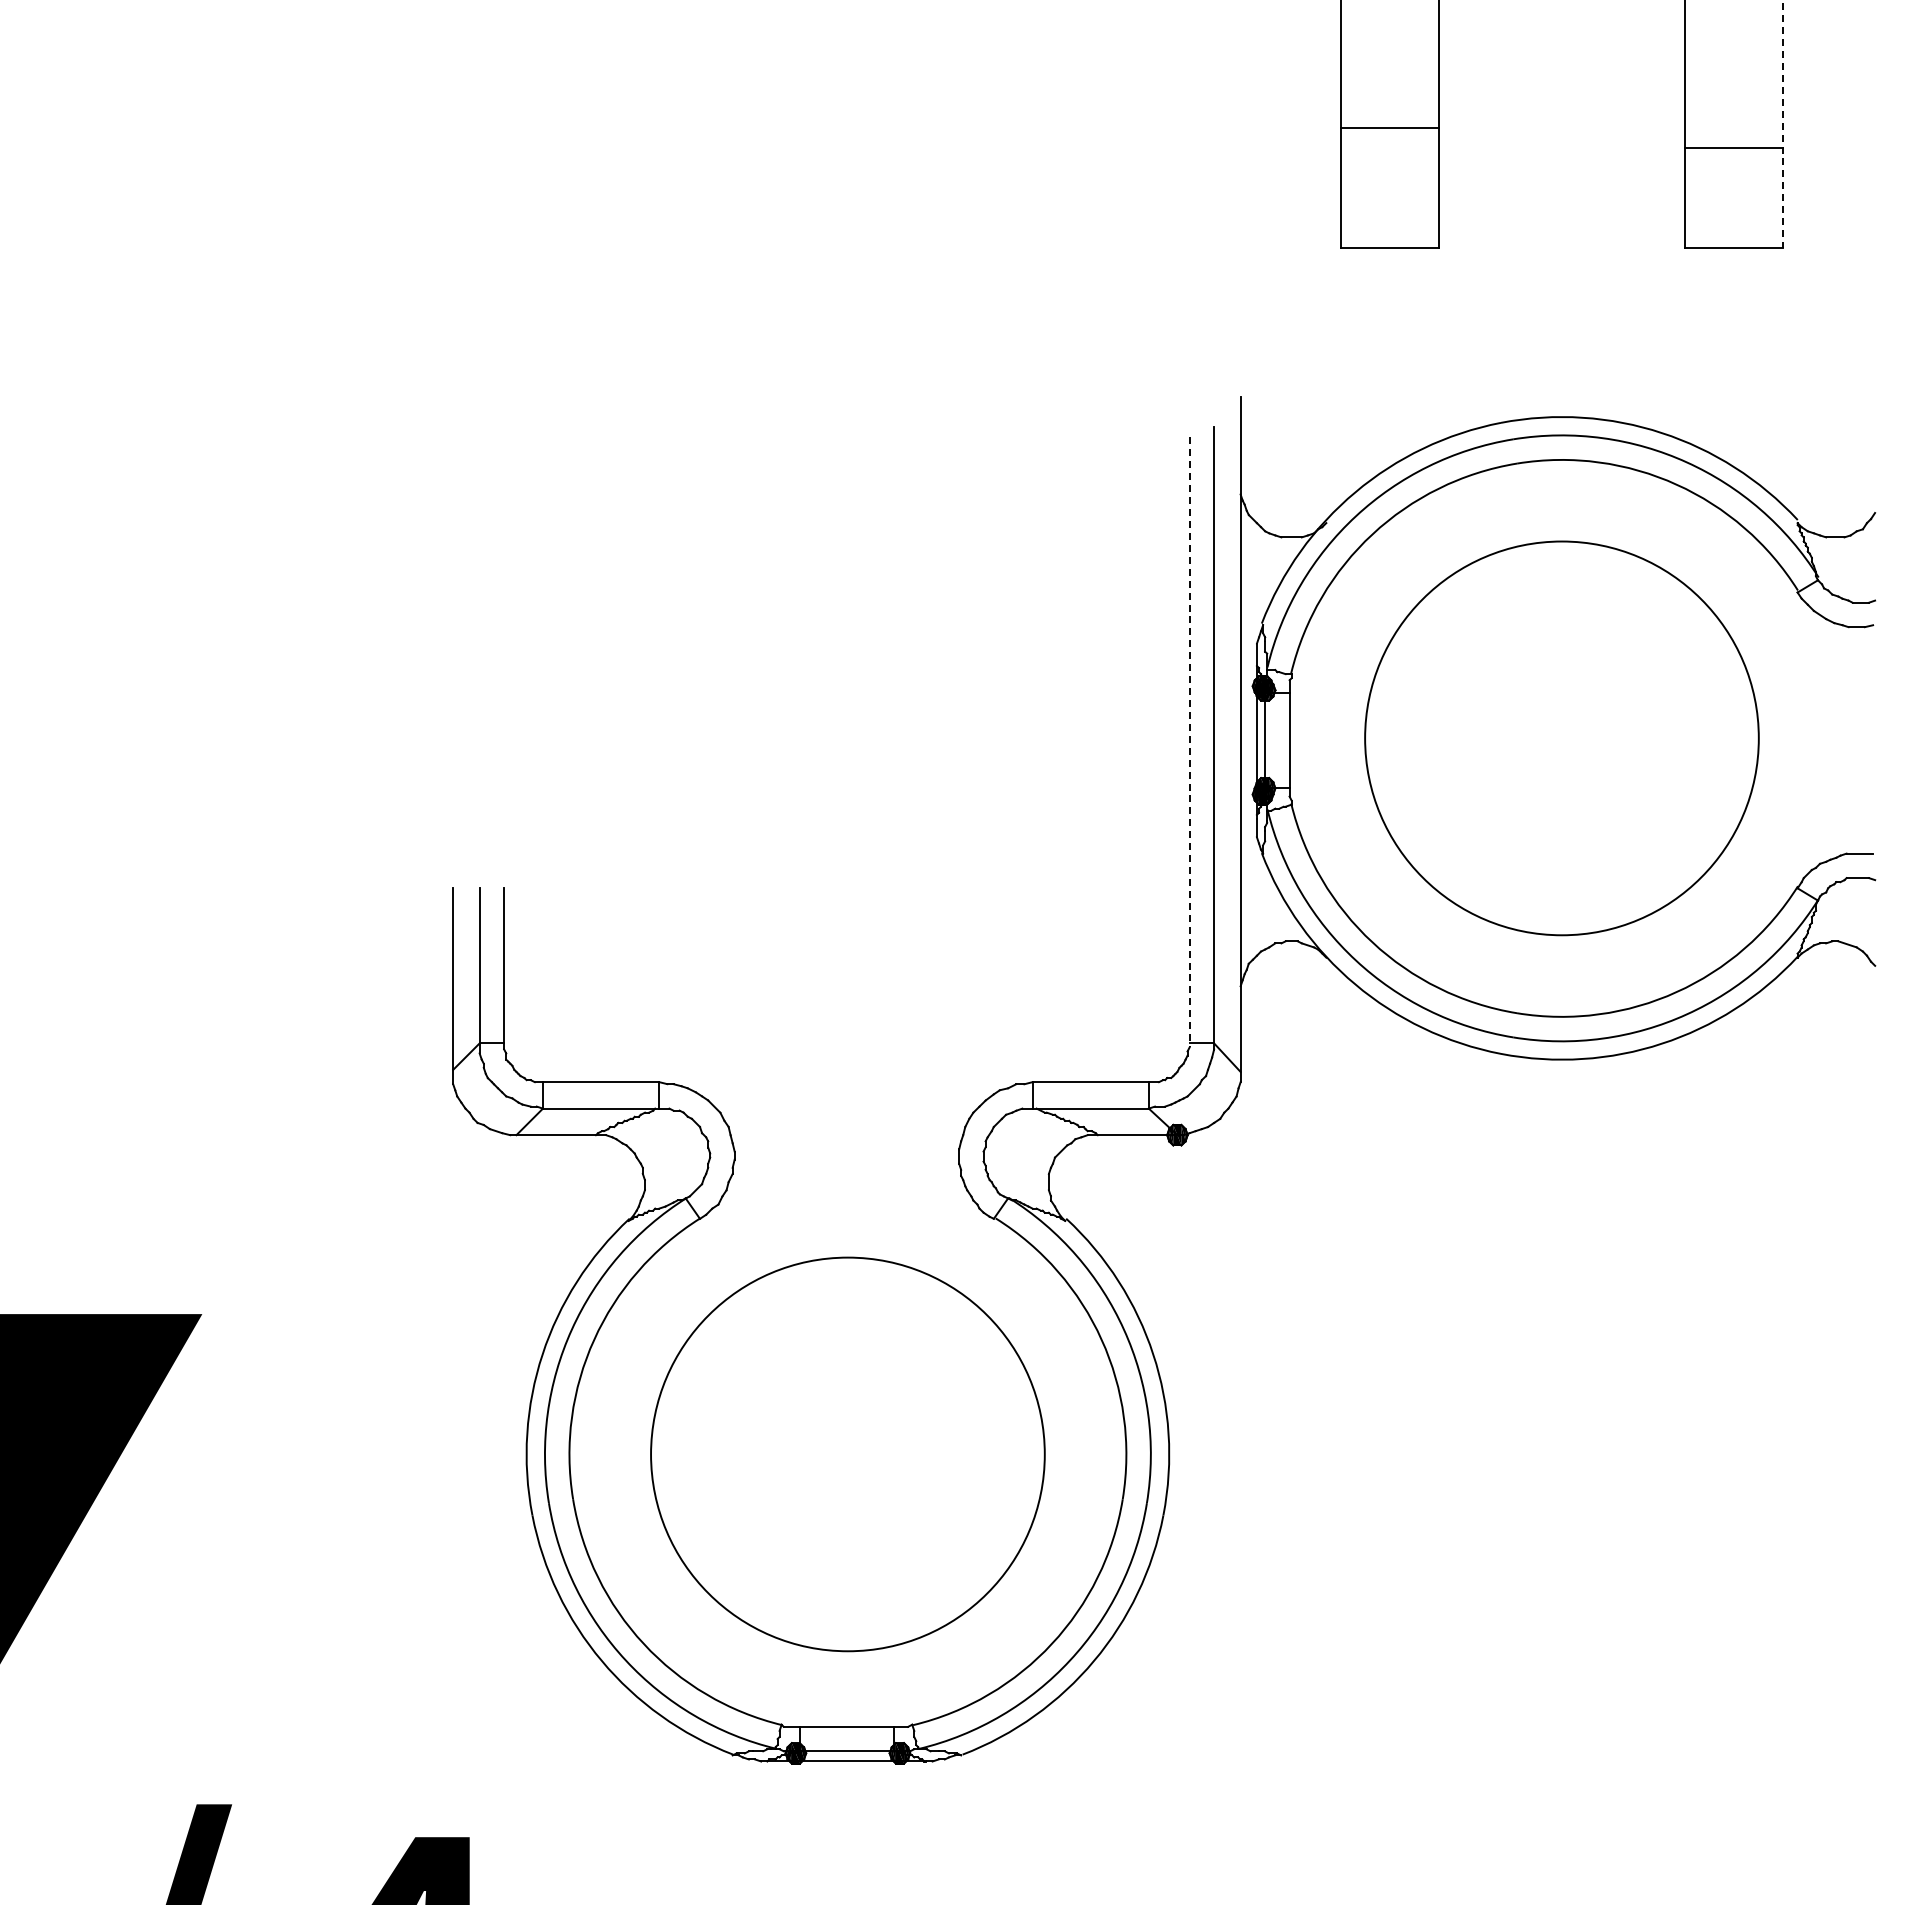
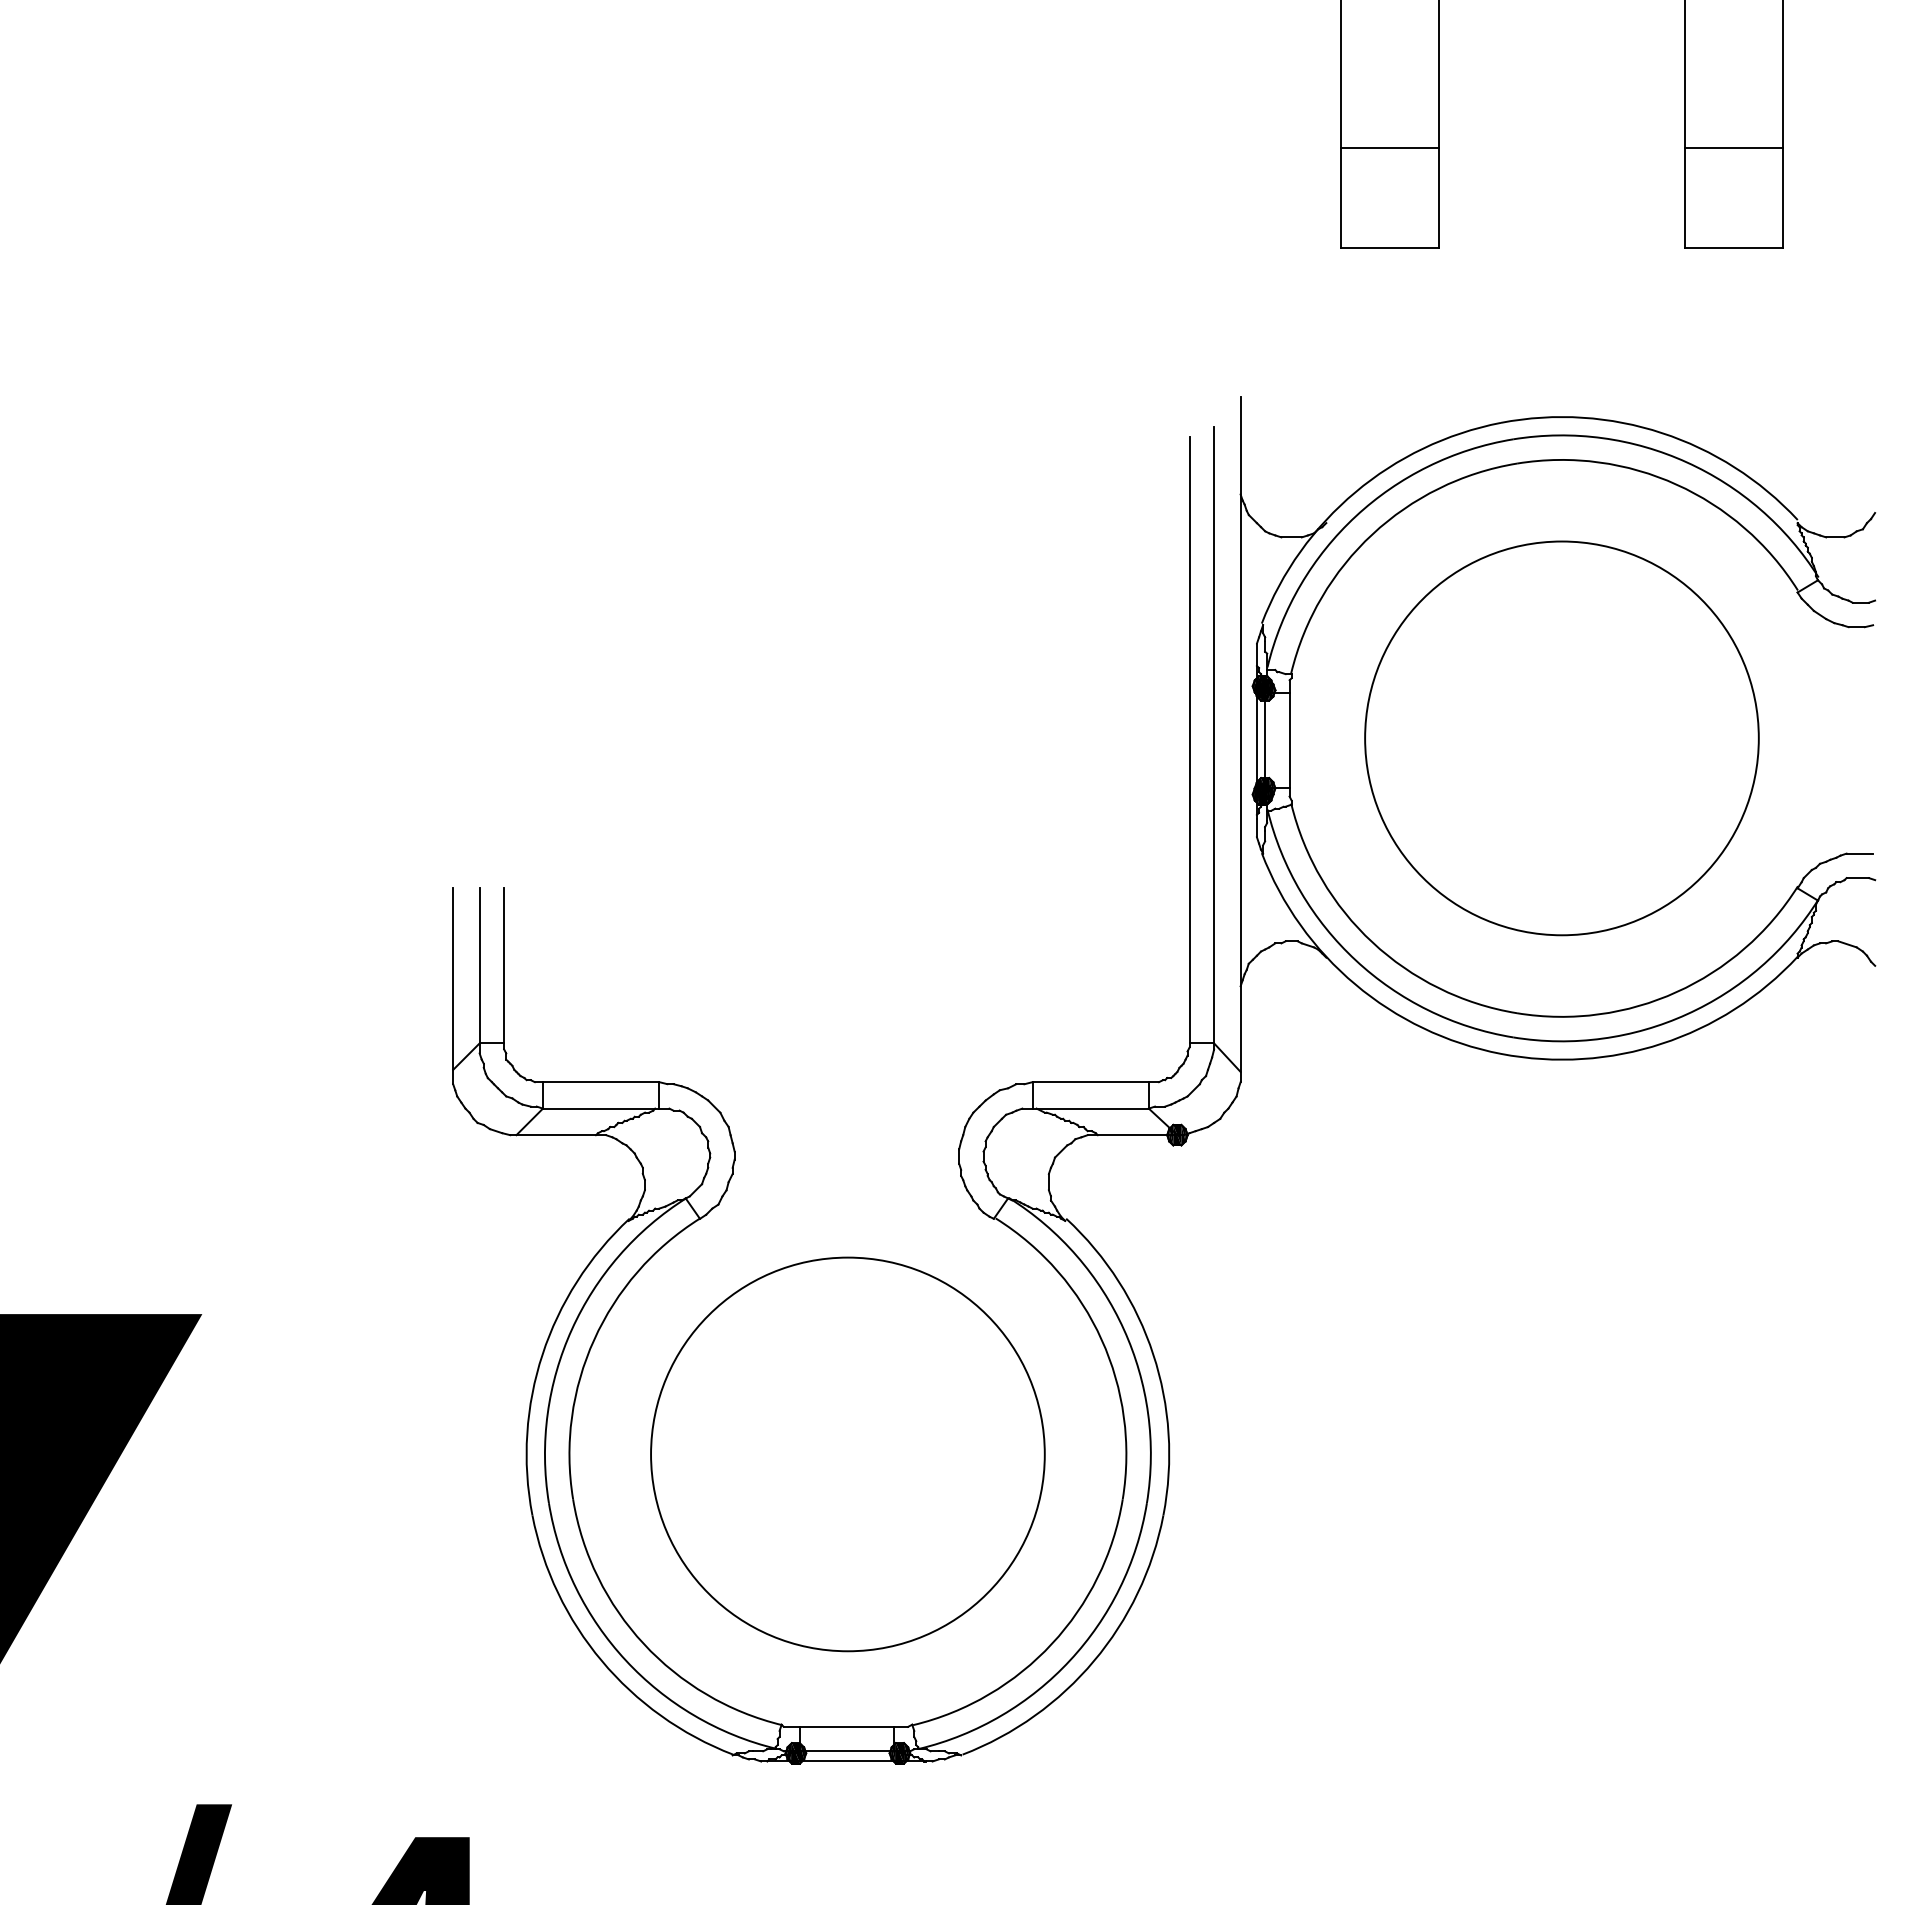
line at (1783, 124): dashed -> solid
line at (1389, 127) position: (1389, 127) -> (1389, 147)
line at (1189, 742): dashed -> solid
